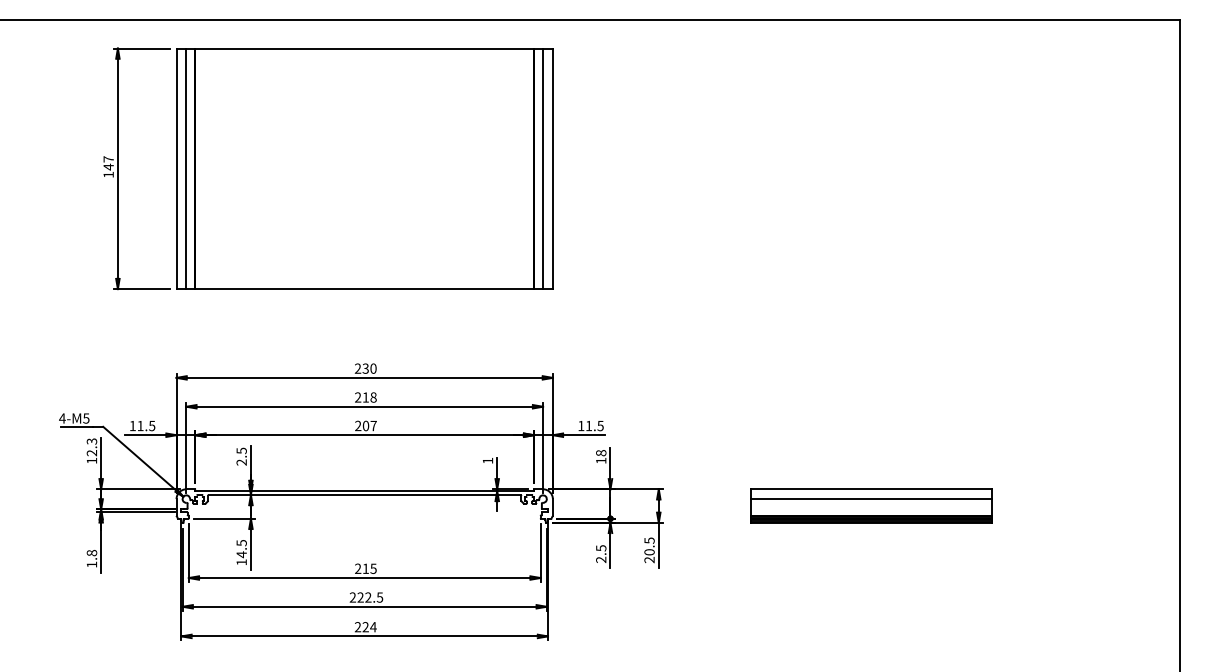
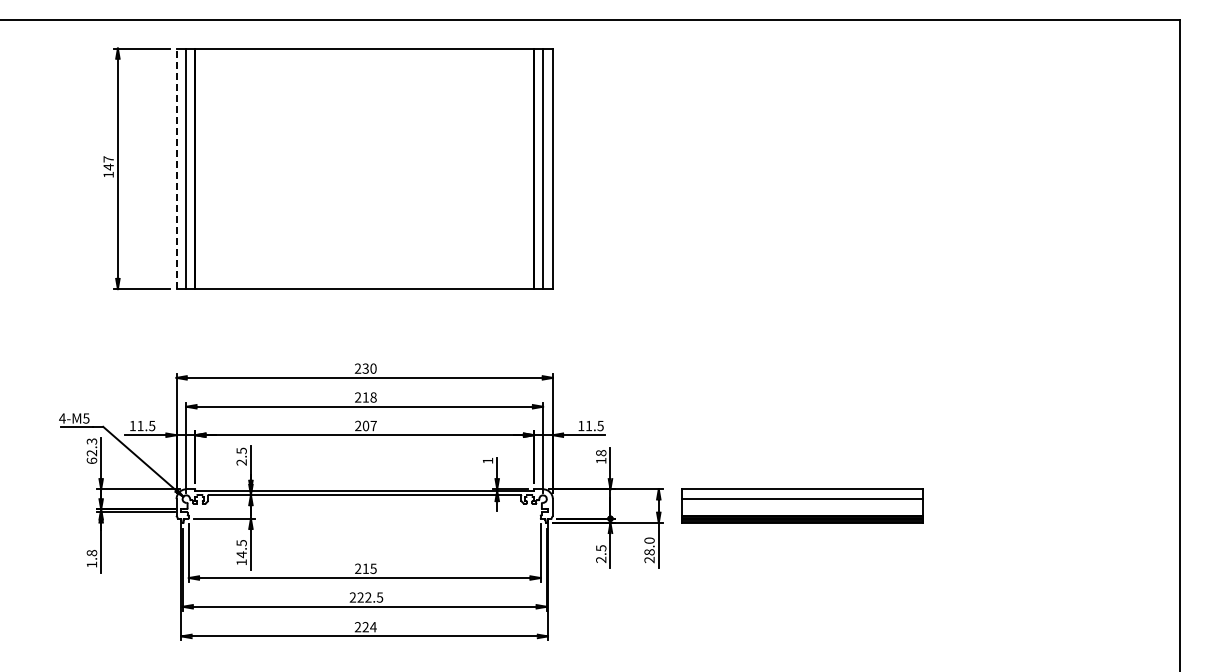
line at (176, 168): solid -> dashed
text at (91, 460): 12.3 -> 62.3
part at (871, 505) position: (871, 505) -> (802, 505)
text at (649, 546): 20.5 -> 28.0
